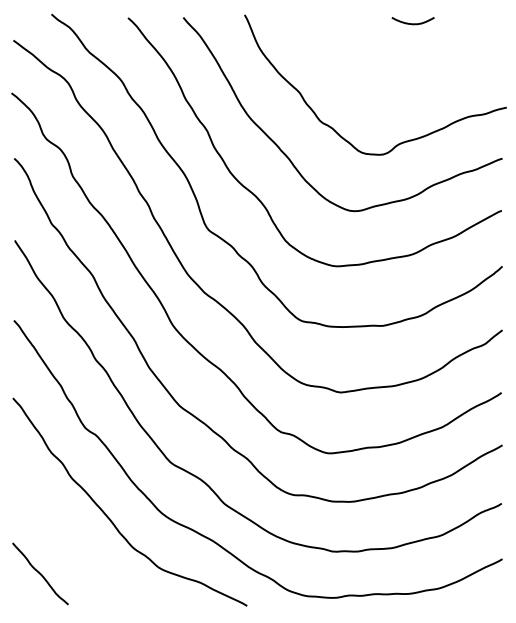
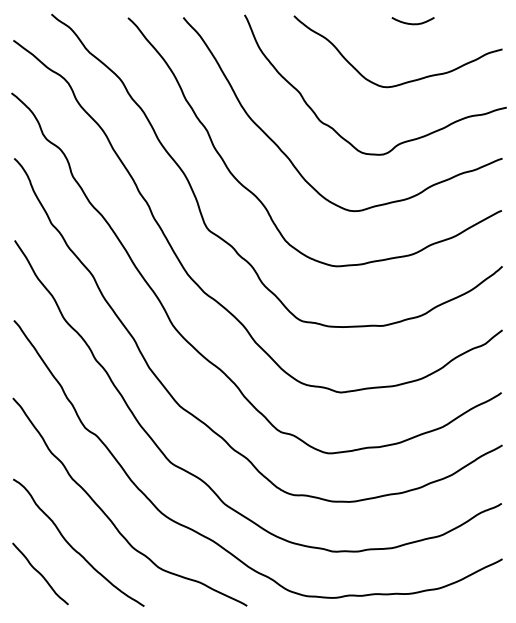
curve at (406, 81): none -> present
curve at (73, 547): none -> present
